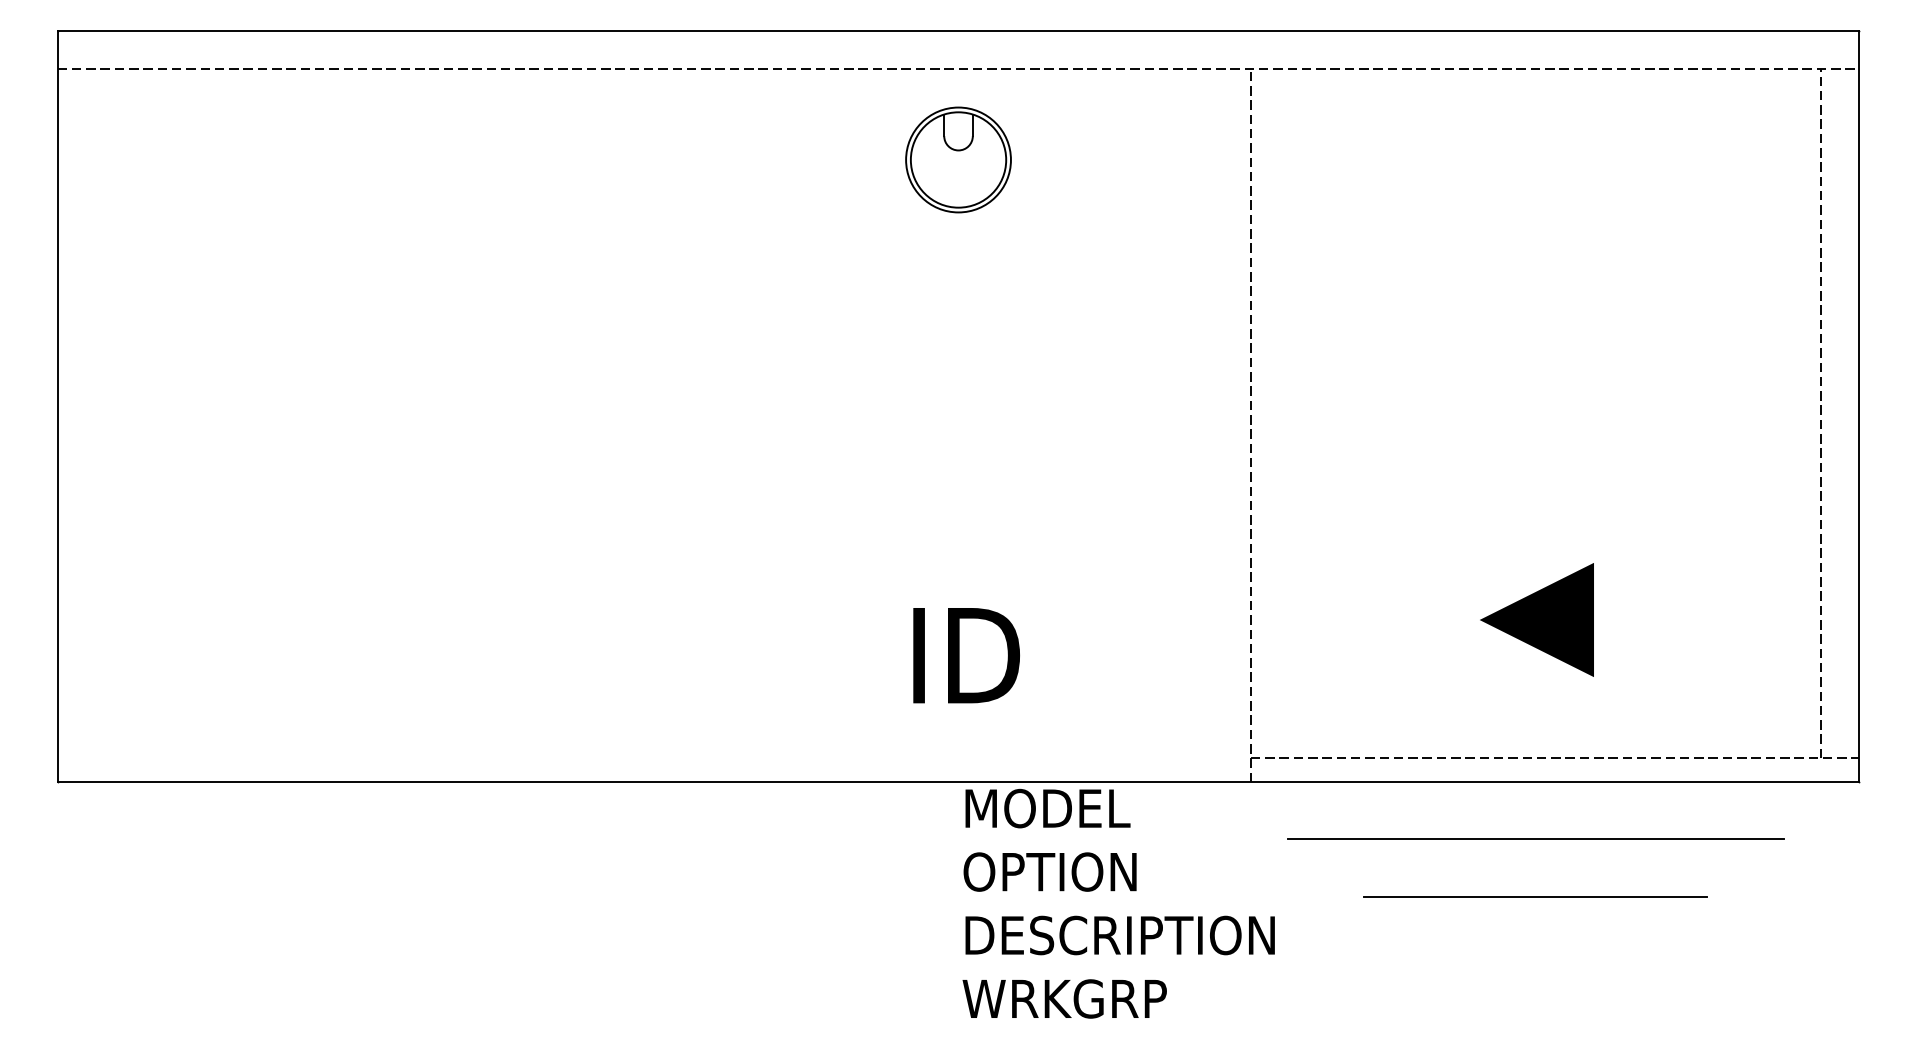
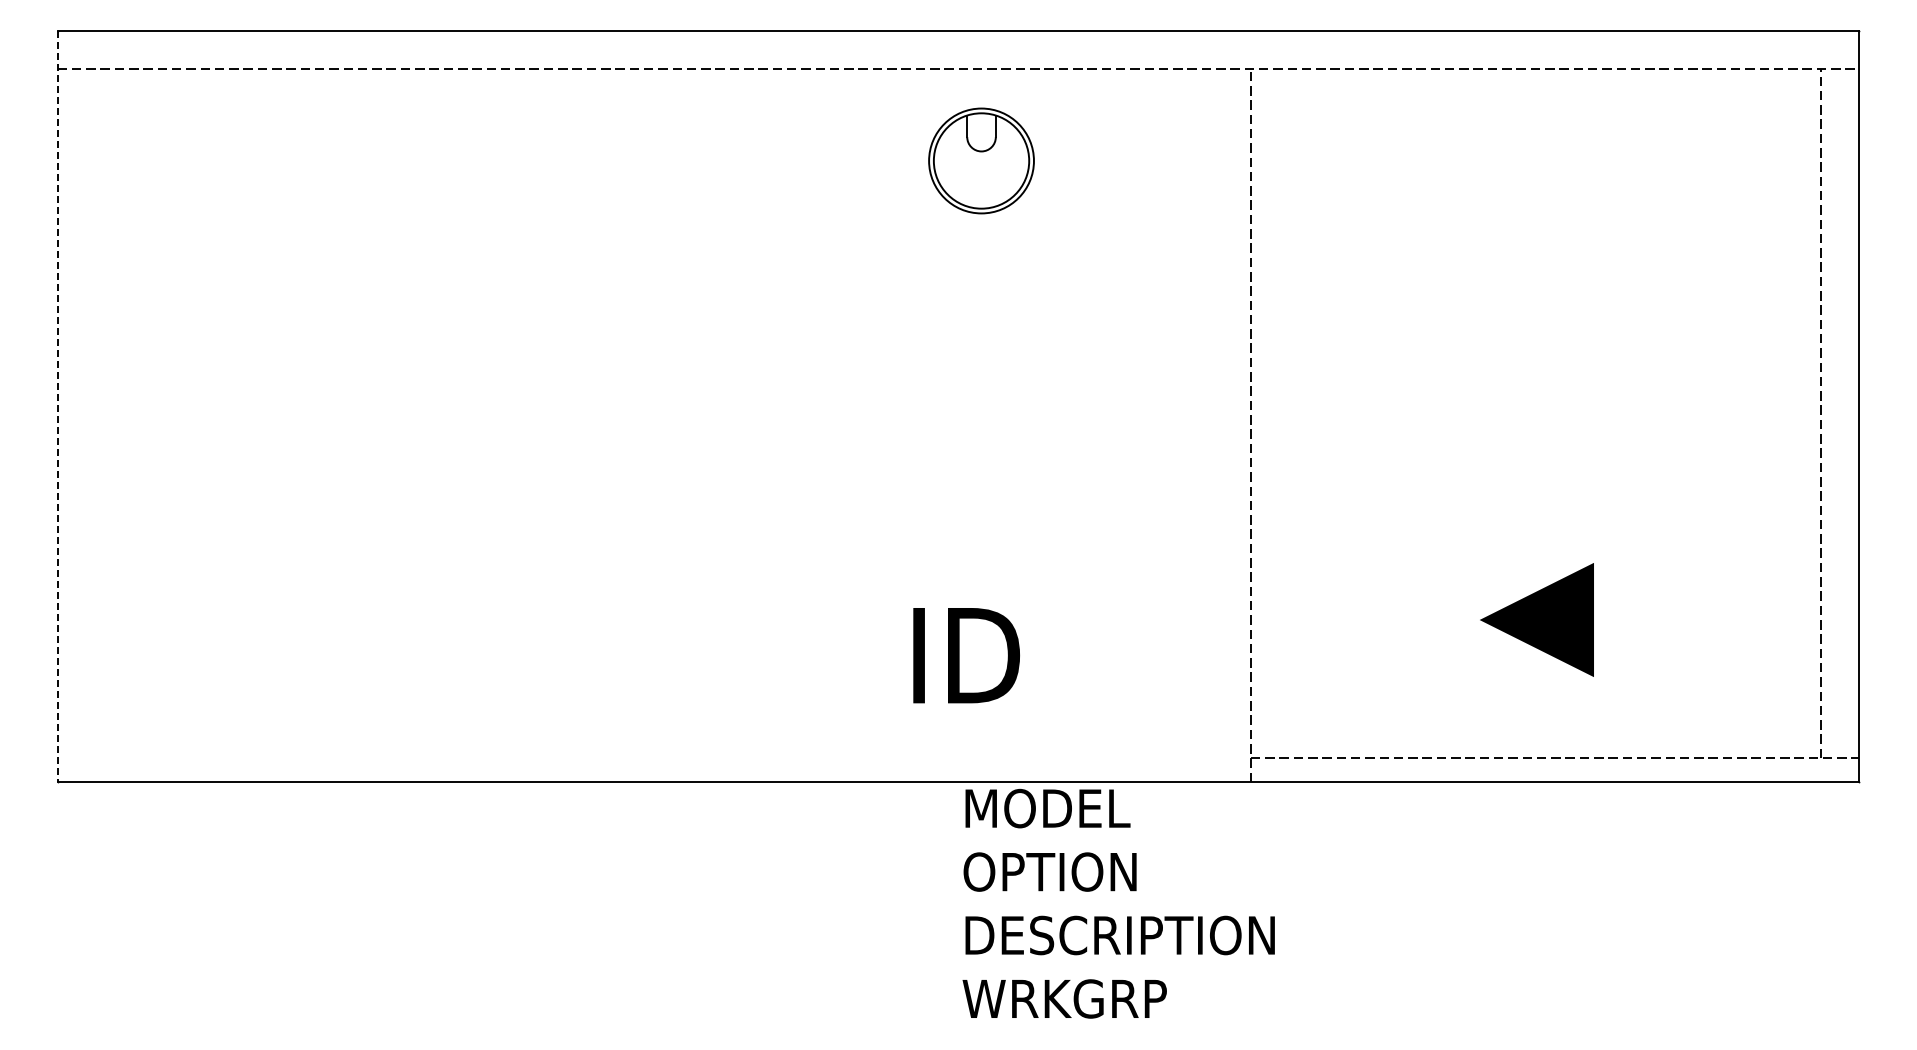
part at (958, 159) position: (958, 159) -> (981, 160)
line at (57, 407): solid -> dashed
line at (1535, 839): present -> none
line at (1535, 896): present -> none
